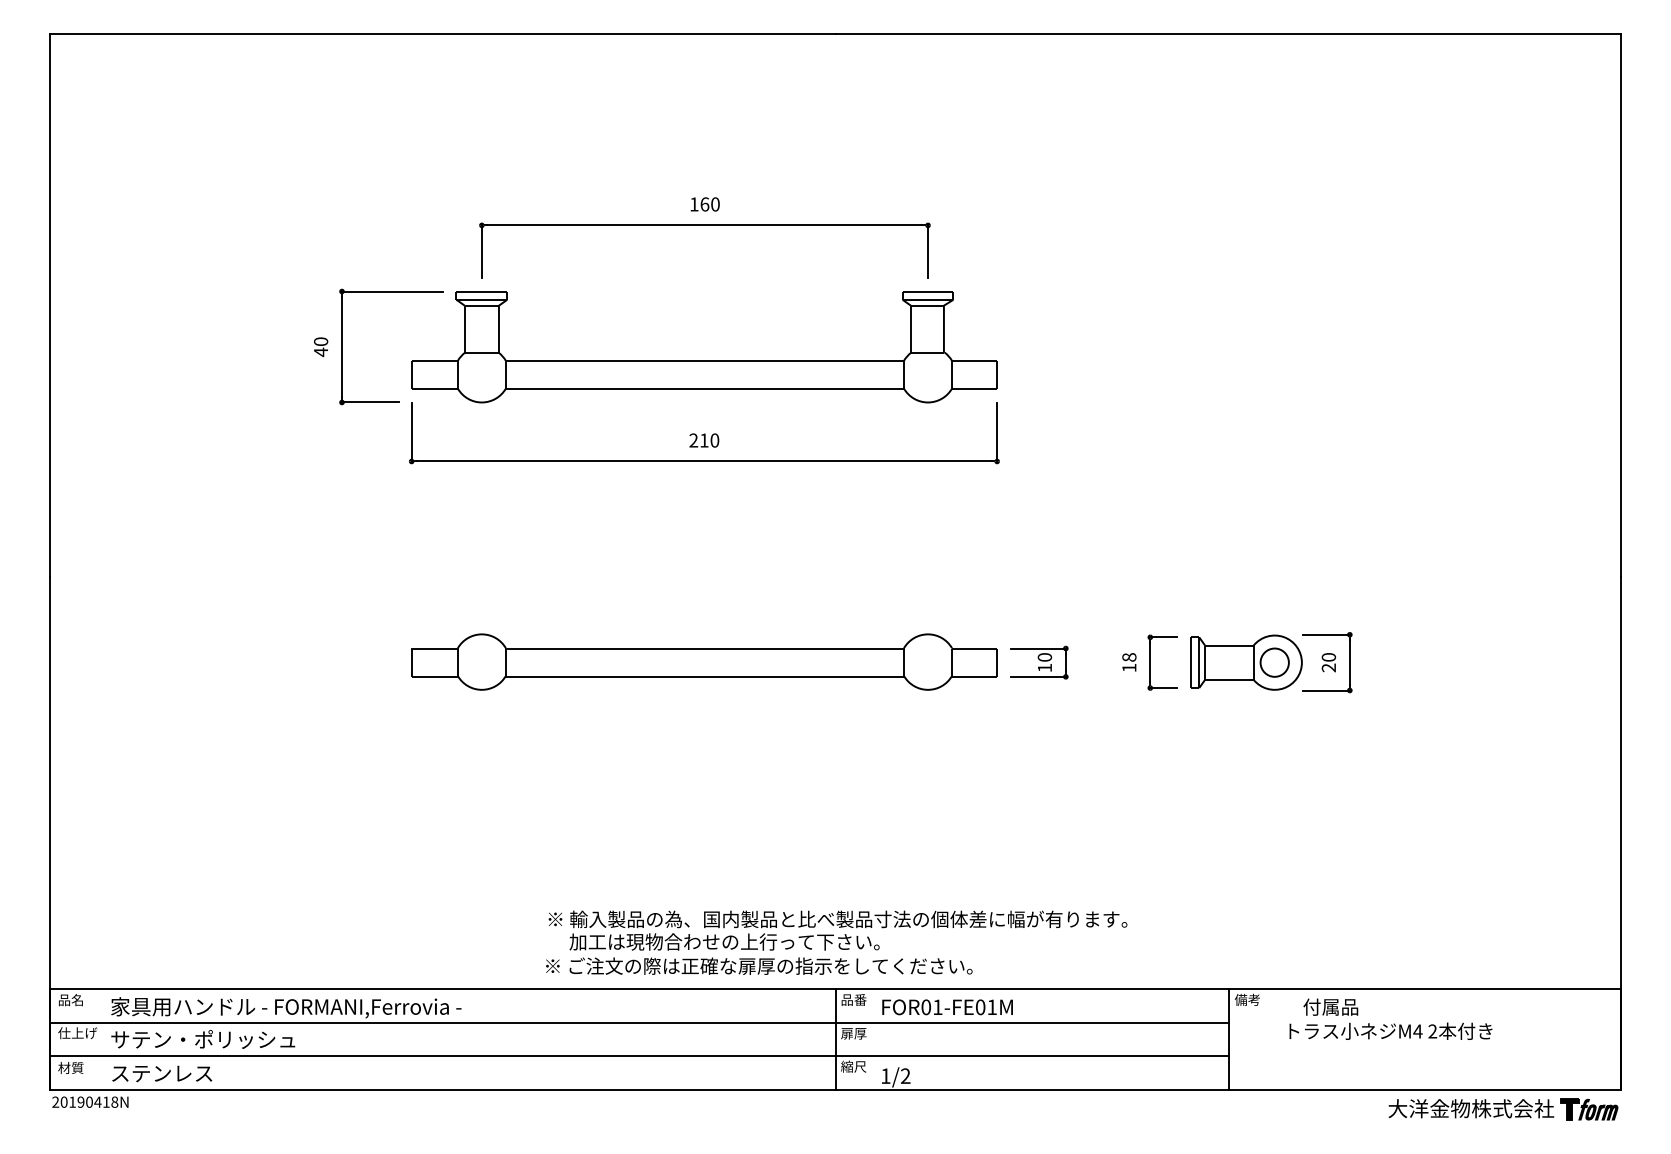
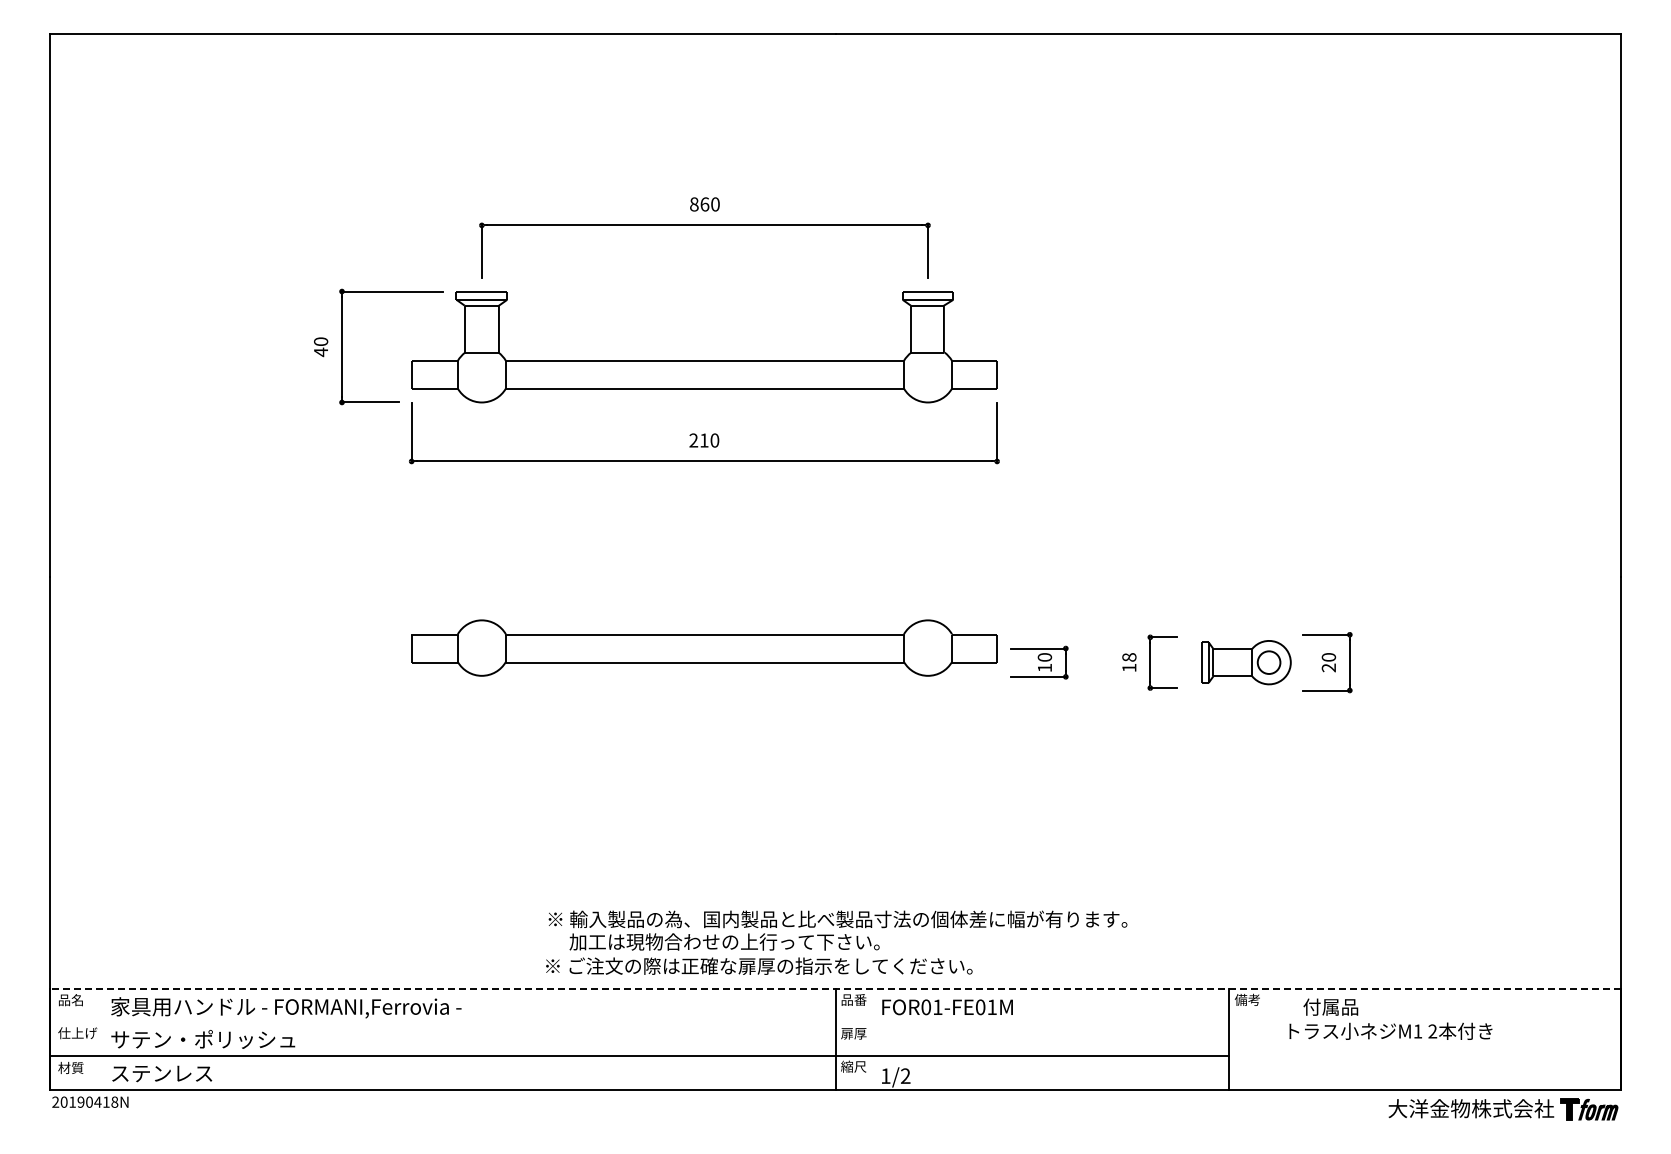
text at (694, 204): 160 -> 860
part at (704, 661) position: (704, 661) -> (704, 647)
part at (1246, 662) size: 113x57 px -> 91x46 px
line at (835, 989): solid -> dashed
line at (639, 1022): present -> none
text at (1417, 1031): M4 -> M1
